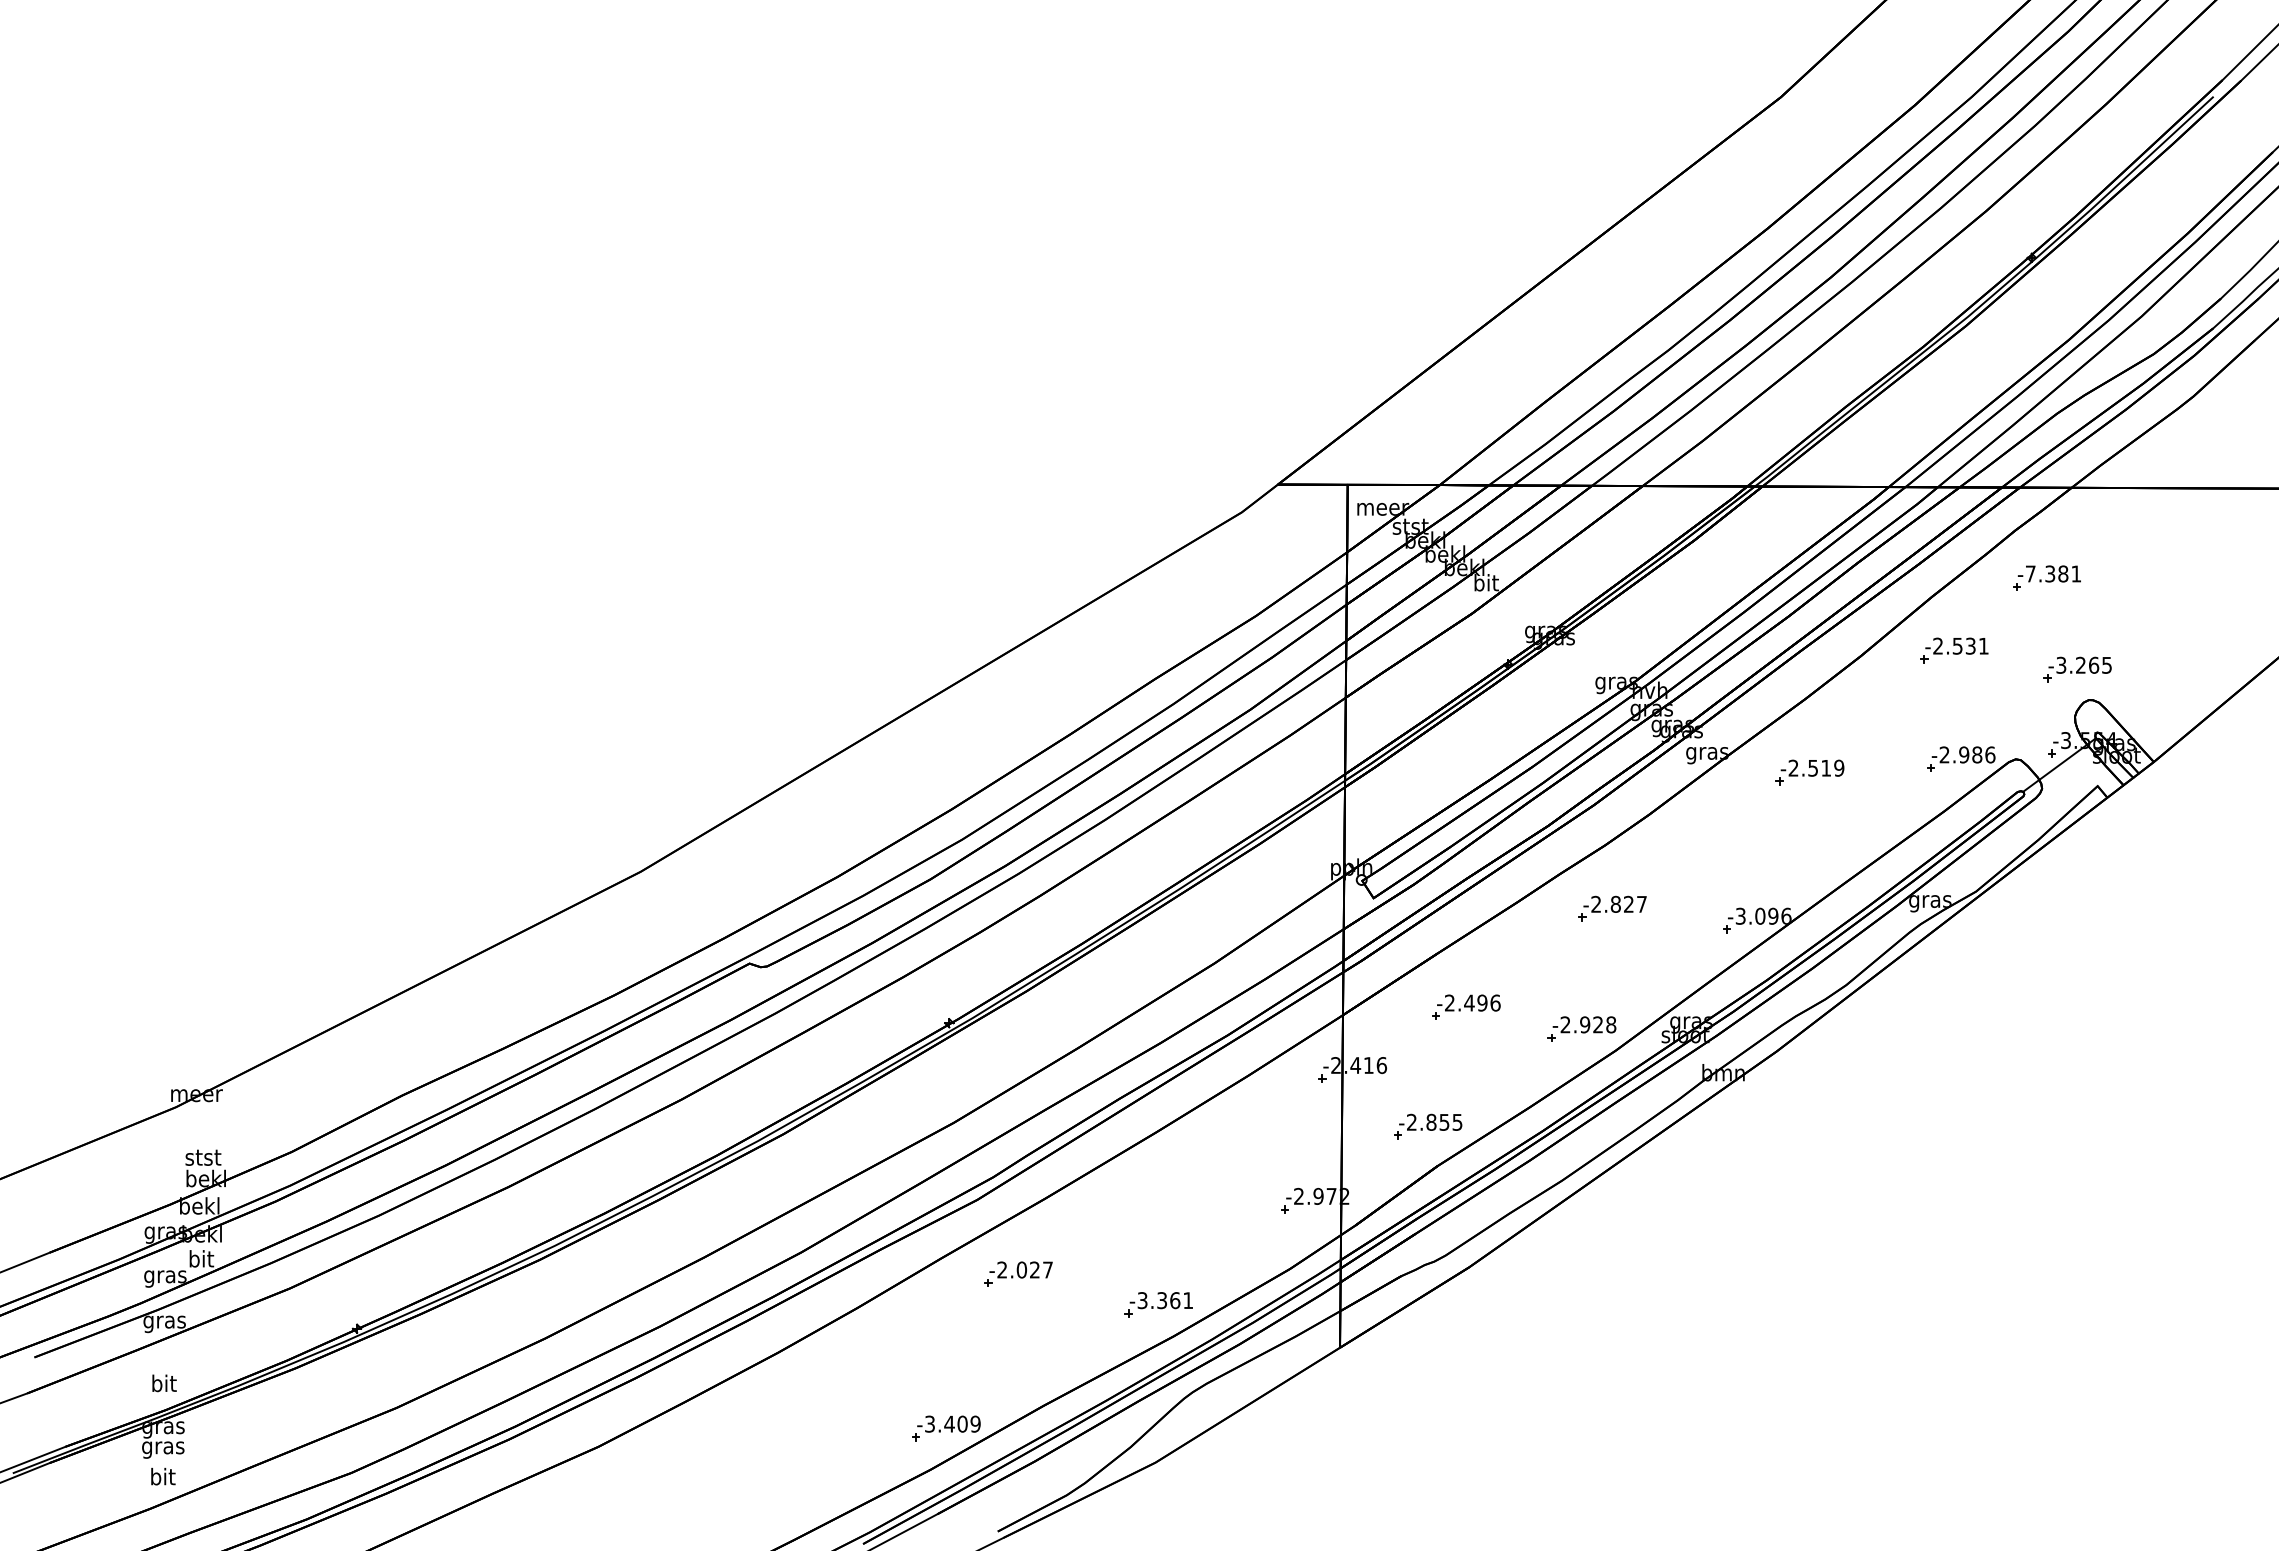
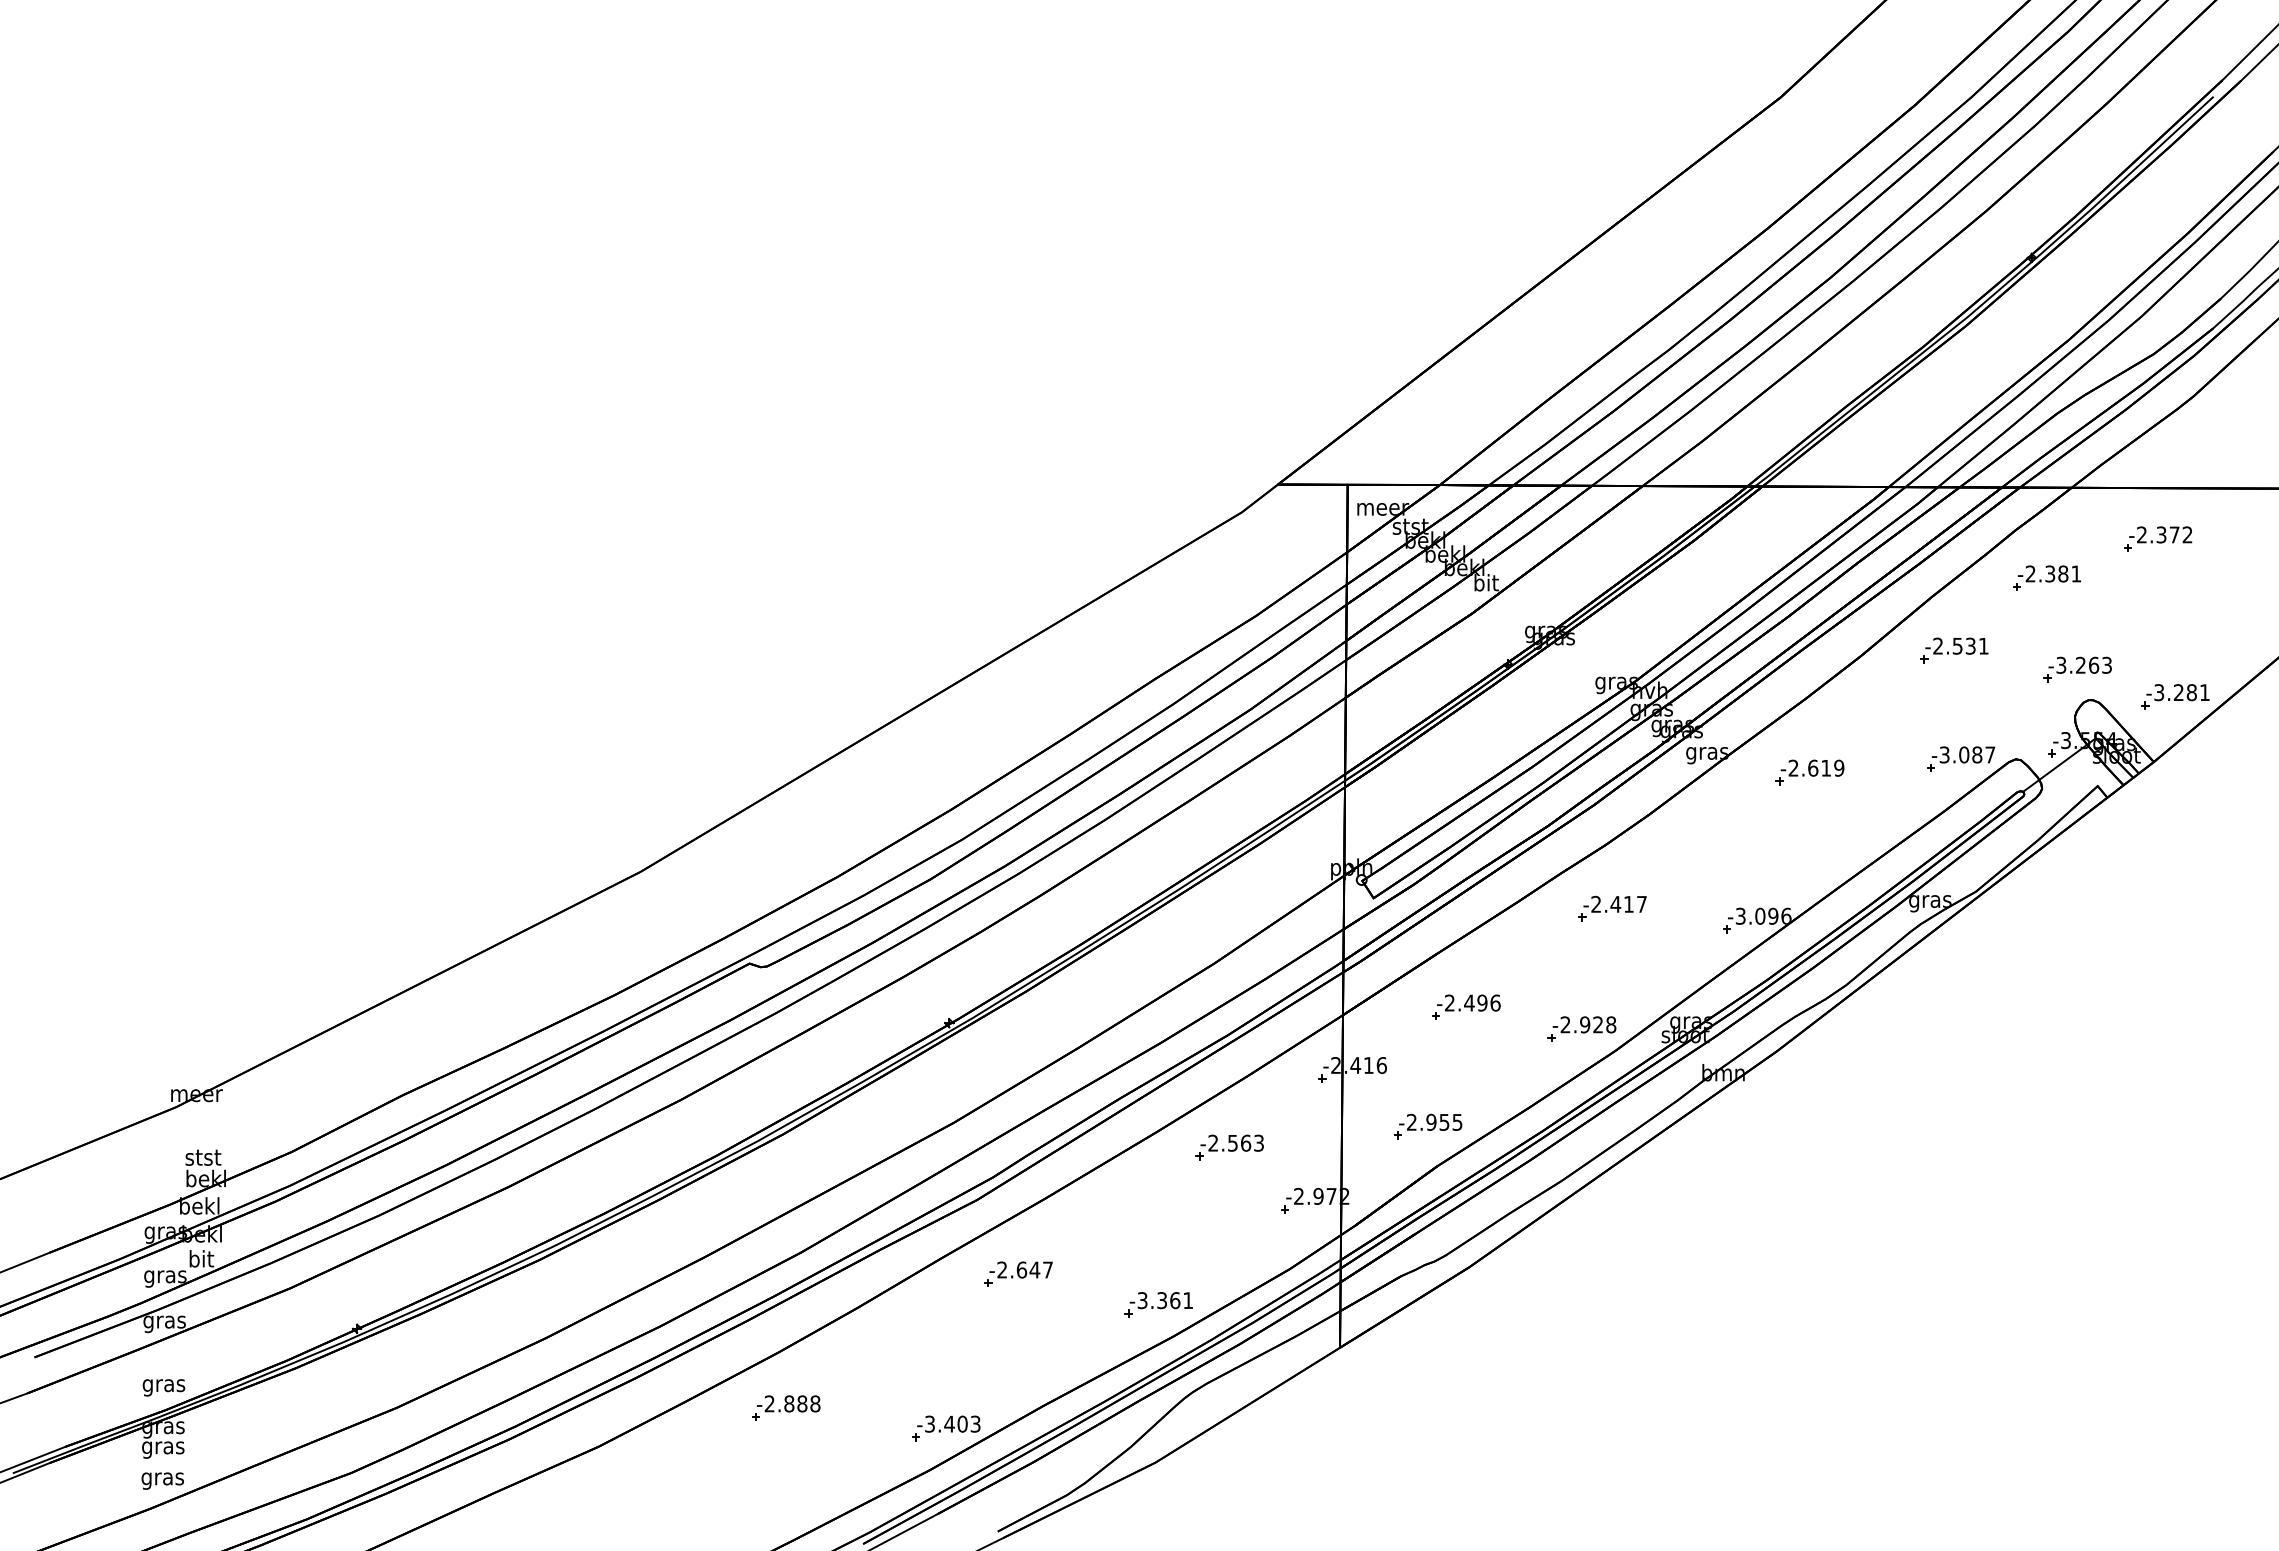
part at (2158, 538): none -> present
text at (2030, 573): -7.381 -> -2.381
text at (2106, 664): -3.265 -> -3.263
part at (2175, 696): none -> present
text at (1967, 754): -2.986 -> -3.087
text at (1813, 767): -2.519 -> -2.619
text at (1621, 903): -2.827 -> -2.417
text at (1431, 1122): -2.855 -> -2.955
part at (1229, 1147): none -> present
text at (1028, 1269): -2.027 -> -2.647
text at (163, 1385): bit -> gras
part at (786, 1407): none -> present
text at (975, 1423): -3.409 -> -3.403
text at (162, 1478): bit -> gras
